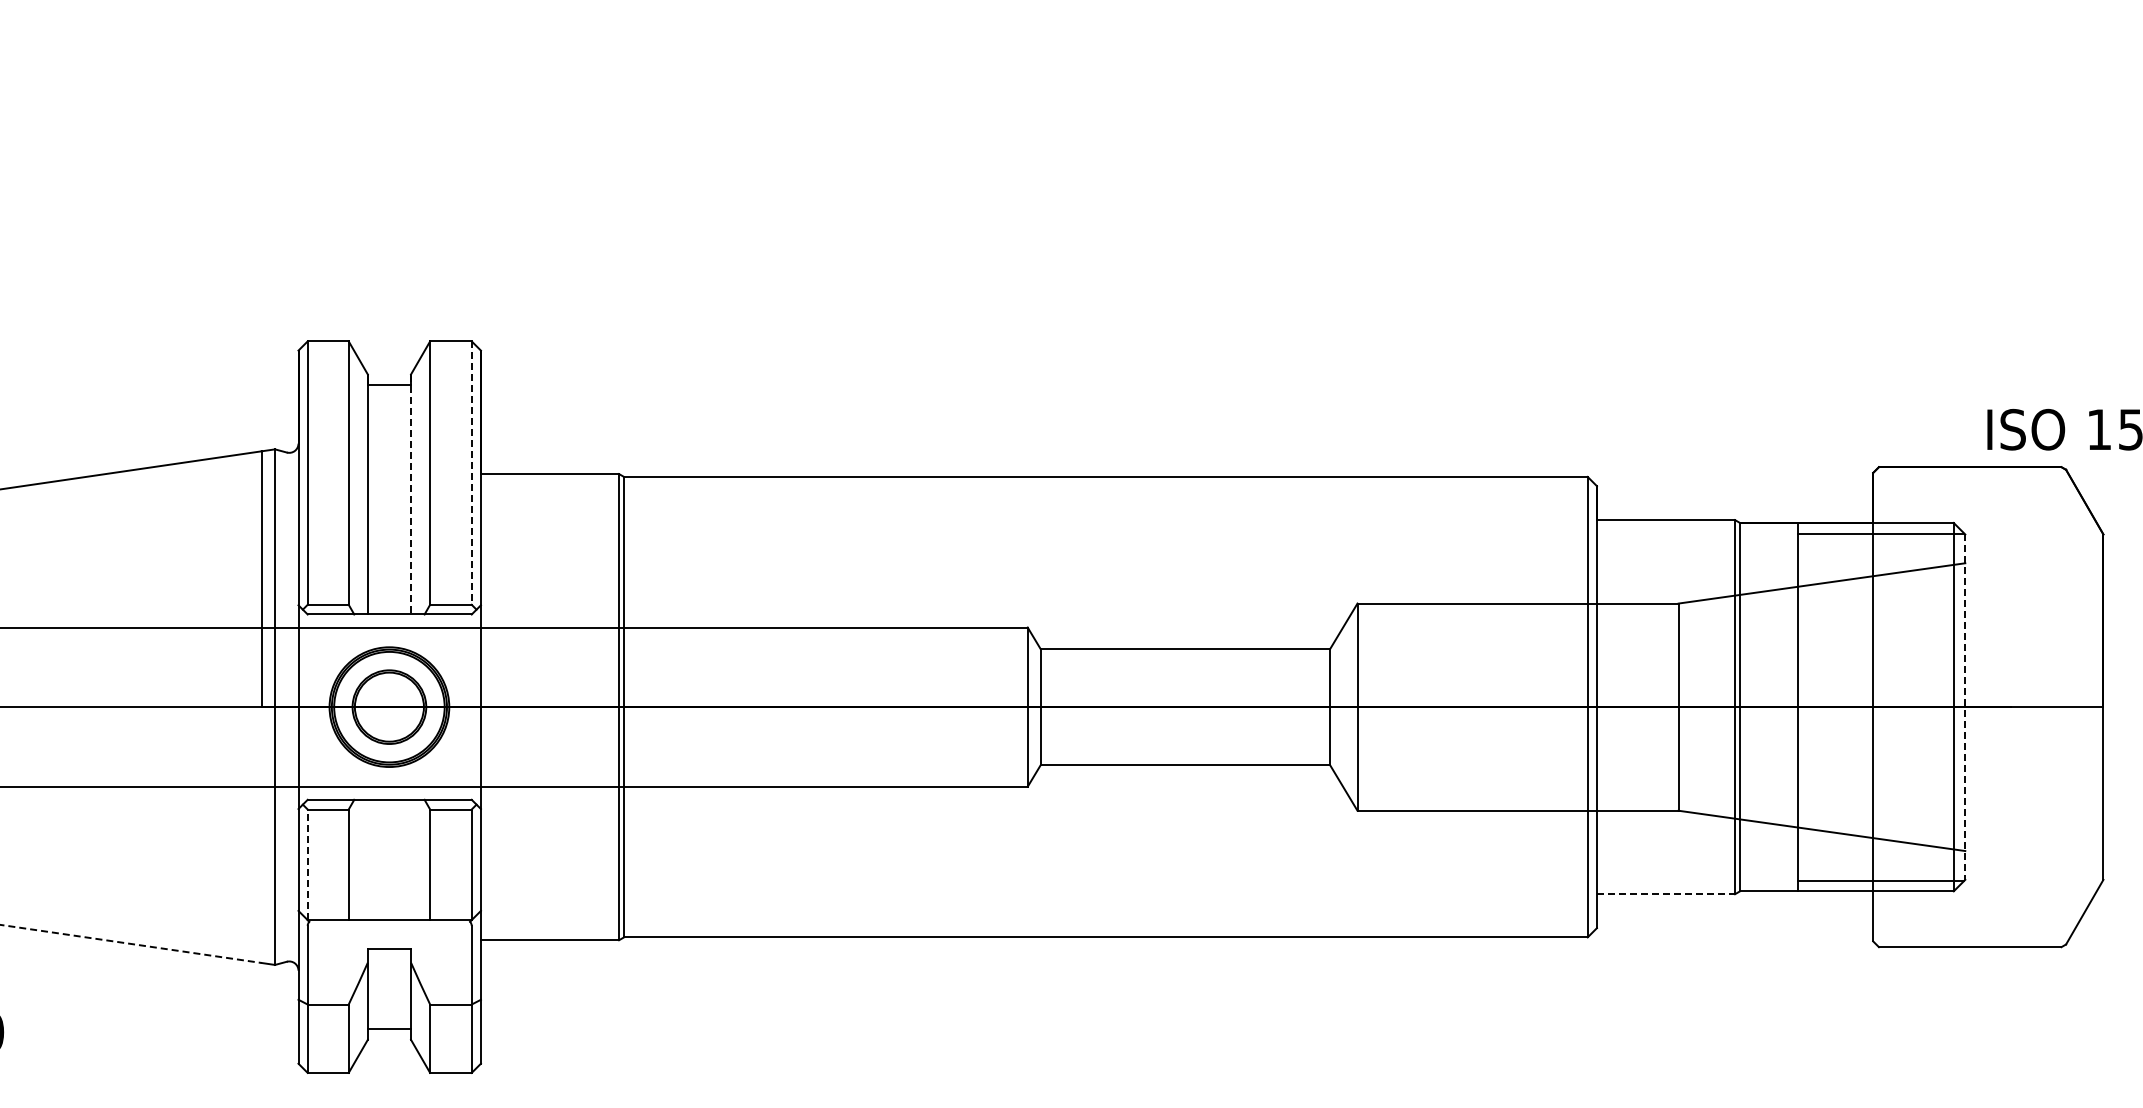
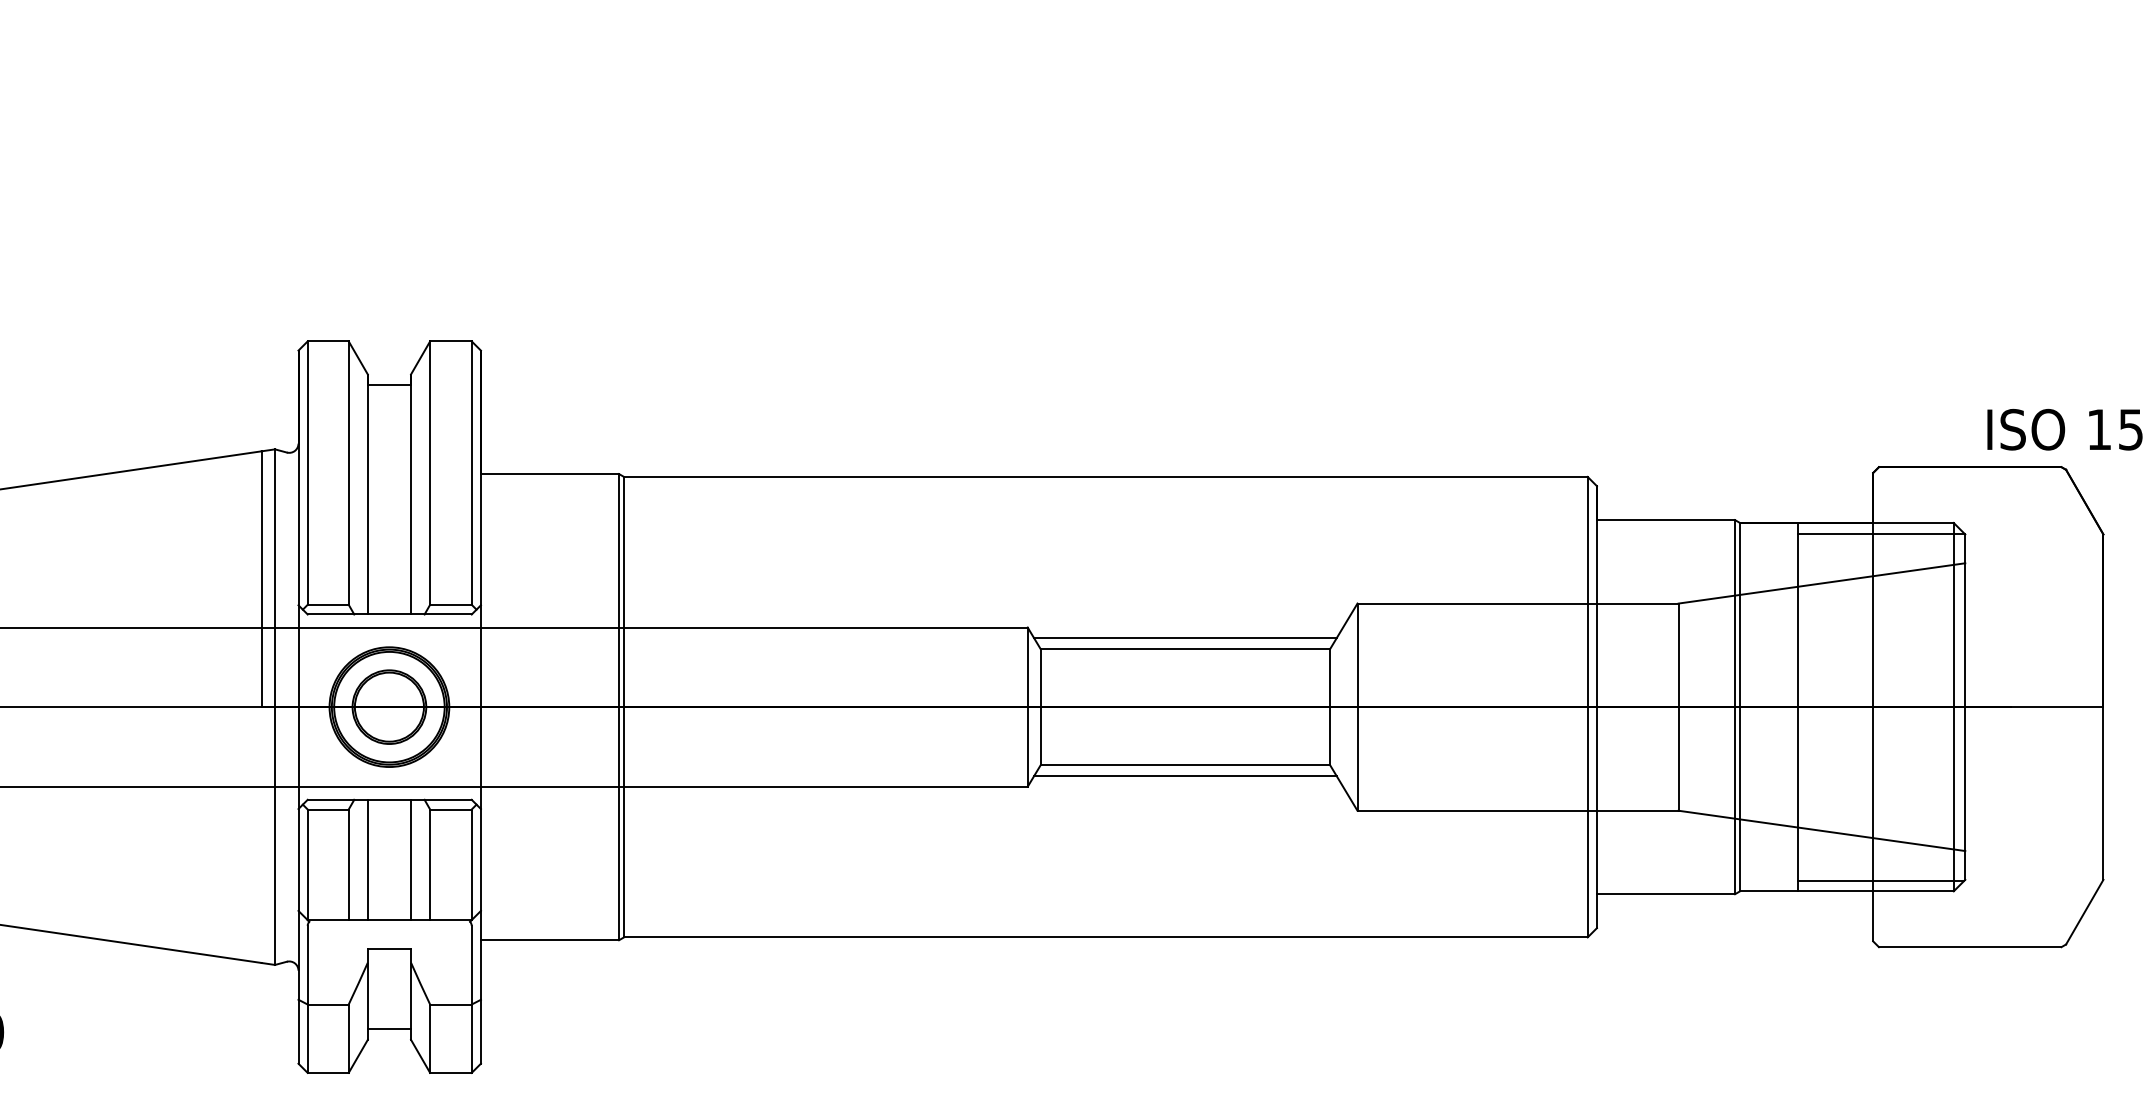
line at (471, 473): dashed -> solid
line at (411, 494): dashed -> solid
line at (1185, 638): none -> present
line at (1965, 707): dashed -> solid
line at (1185, 776): none -> present
line at (367, 859): none -> present
line at (411, 859): none -> present
line at (307, 864): dashed -> solid
line at (1666, 894): dashed -> solid
line at (131, 943): dashed -> solid
